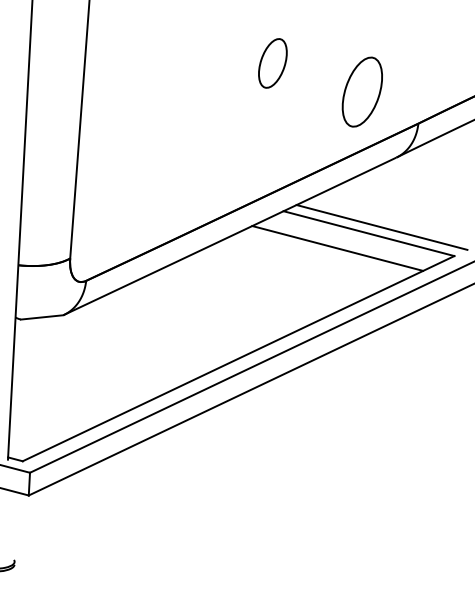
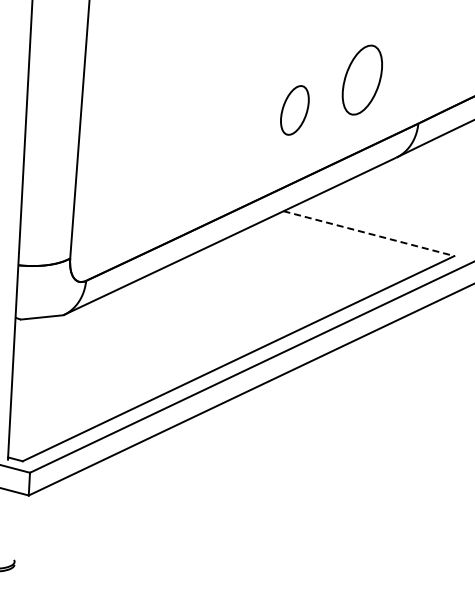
part at (272, 63) position: (272, 63) -> (294, 110)
part at (361, 91) position: (361, 91) -> (361, 79)
line at (381, 227): present -> none
line at (369, 233): solid -> dashed
line at (337, 248): present -> none
